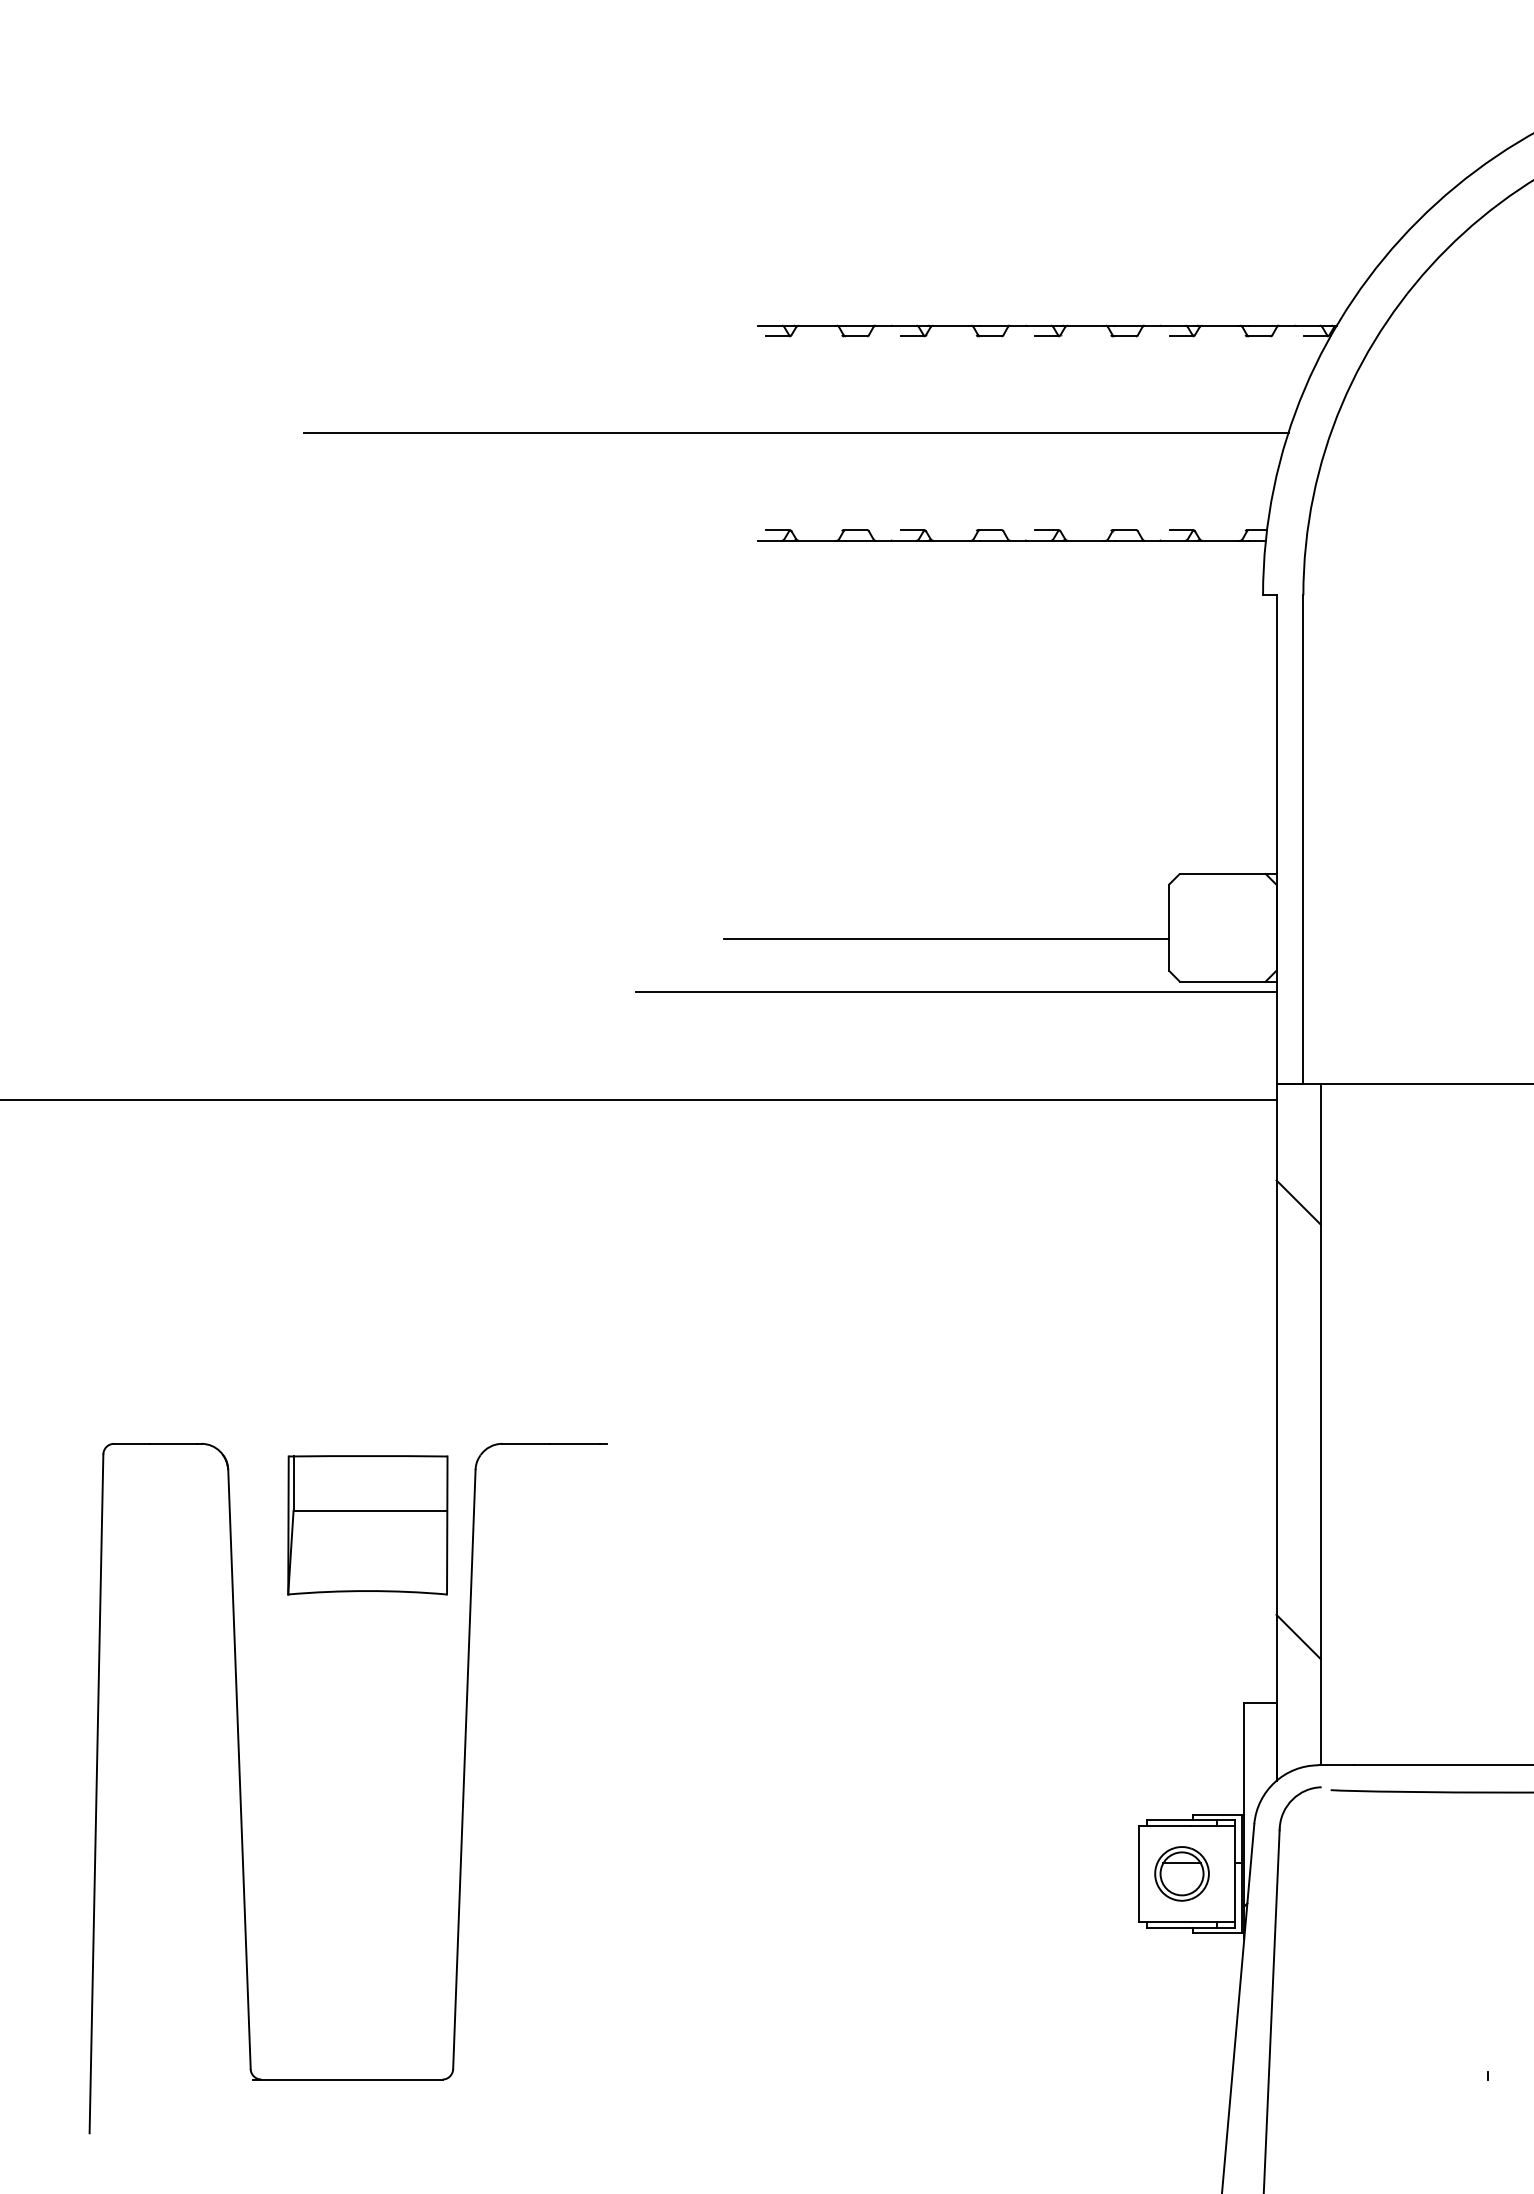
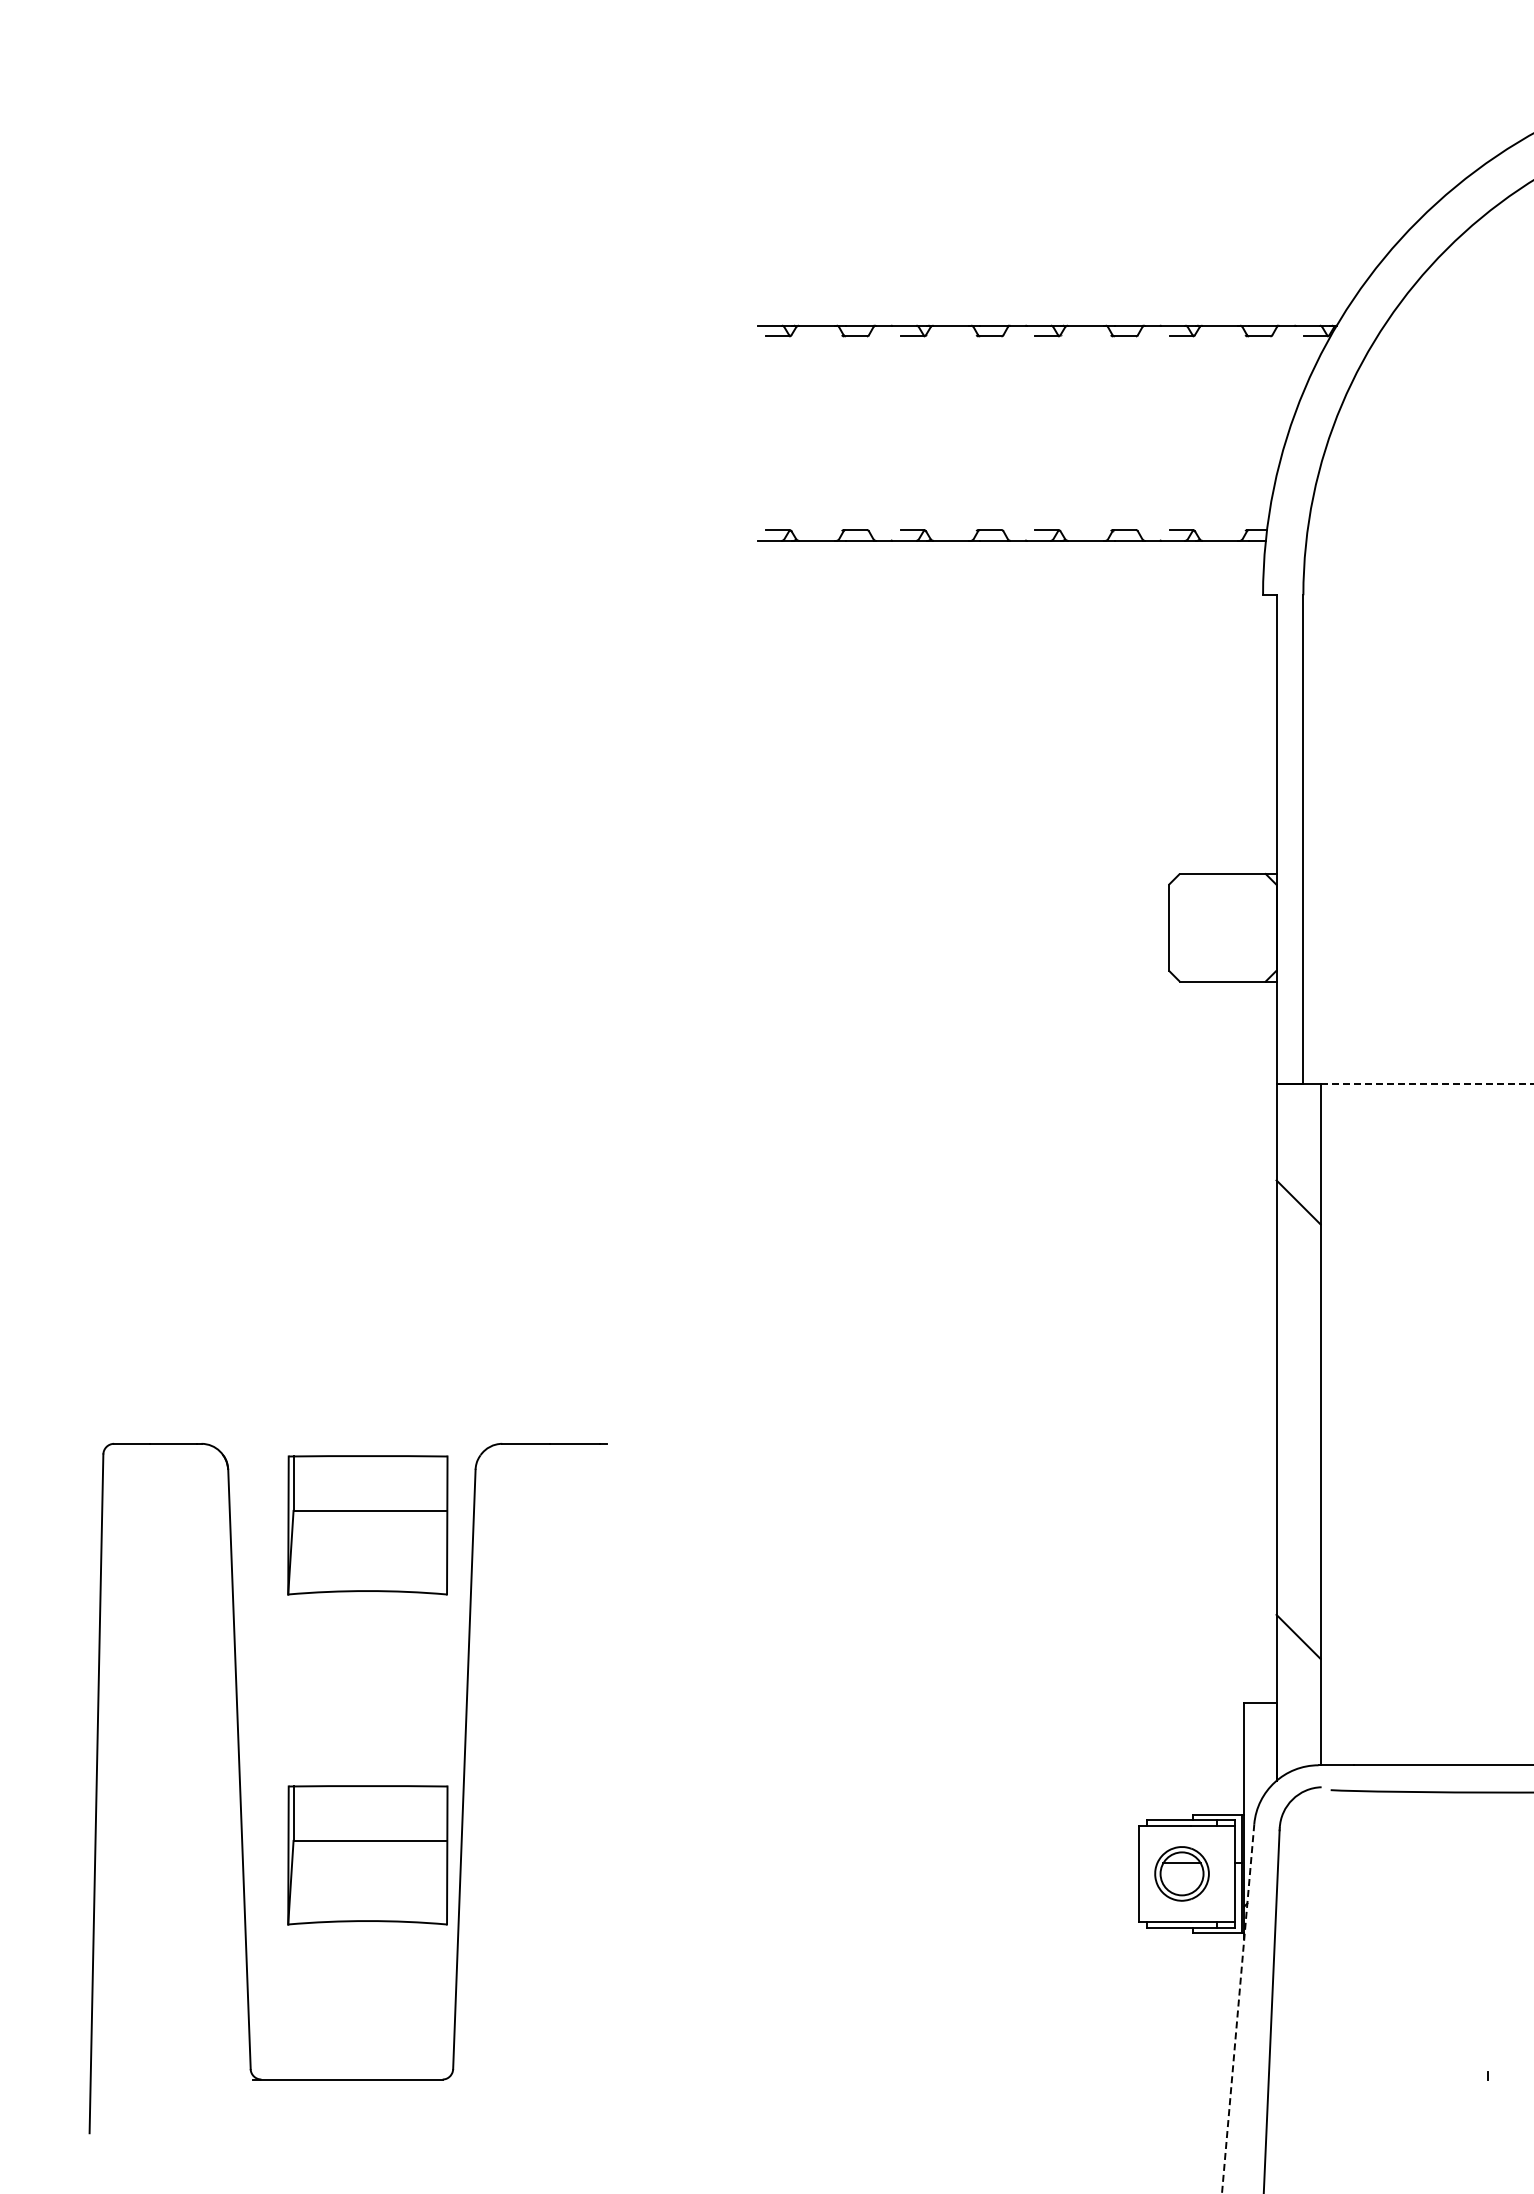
line at (795, 433): present -> none
line at (946, 938): present -> none
line at (955, 992): present -> none
line at (1427, 1084): solid -> dashed
line at (639, 1099): present -> none
part at (367, 1855): none -> present
line at (1238, 2009): solid -> dashed
